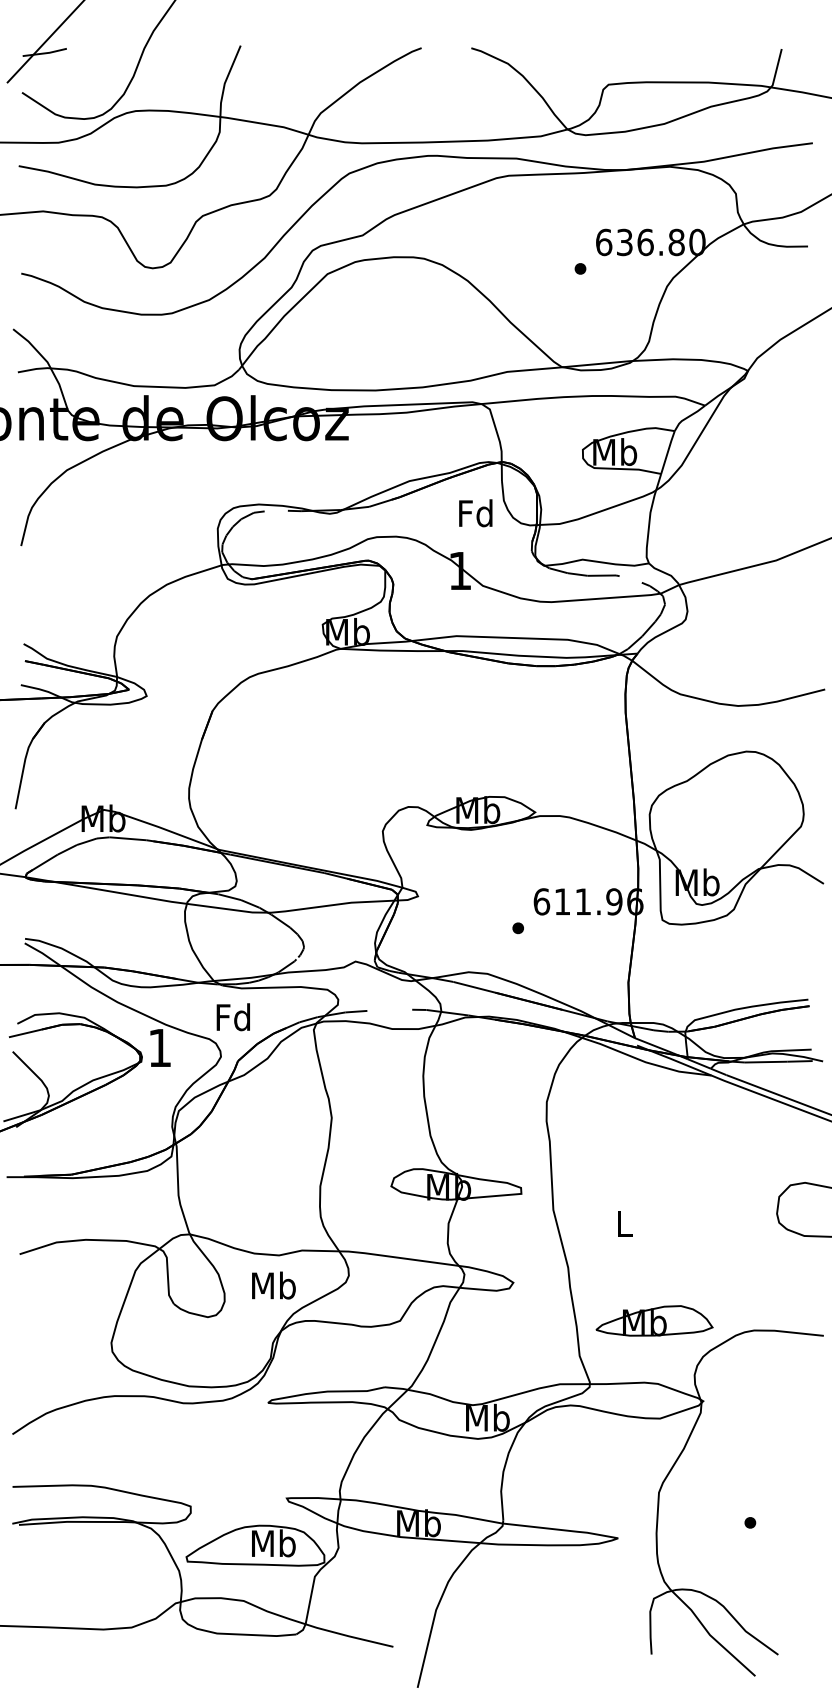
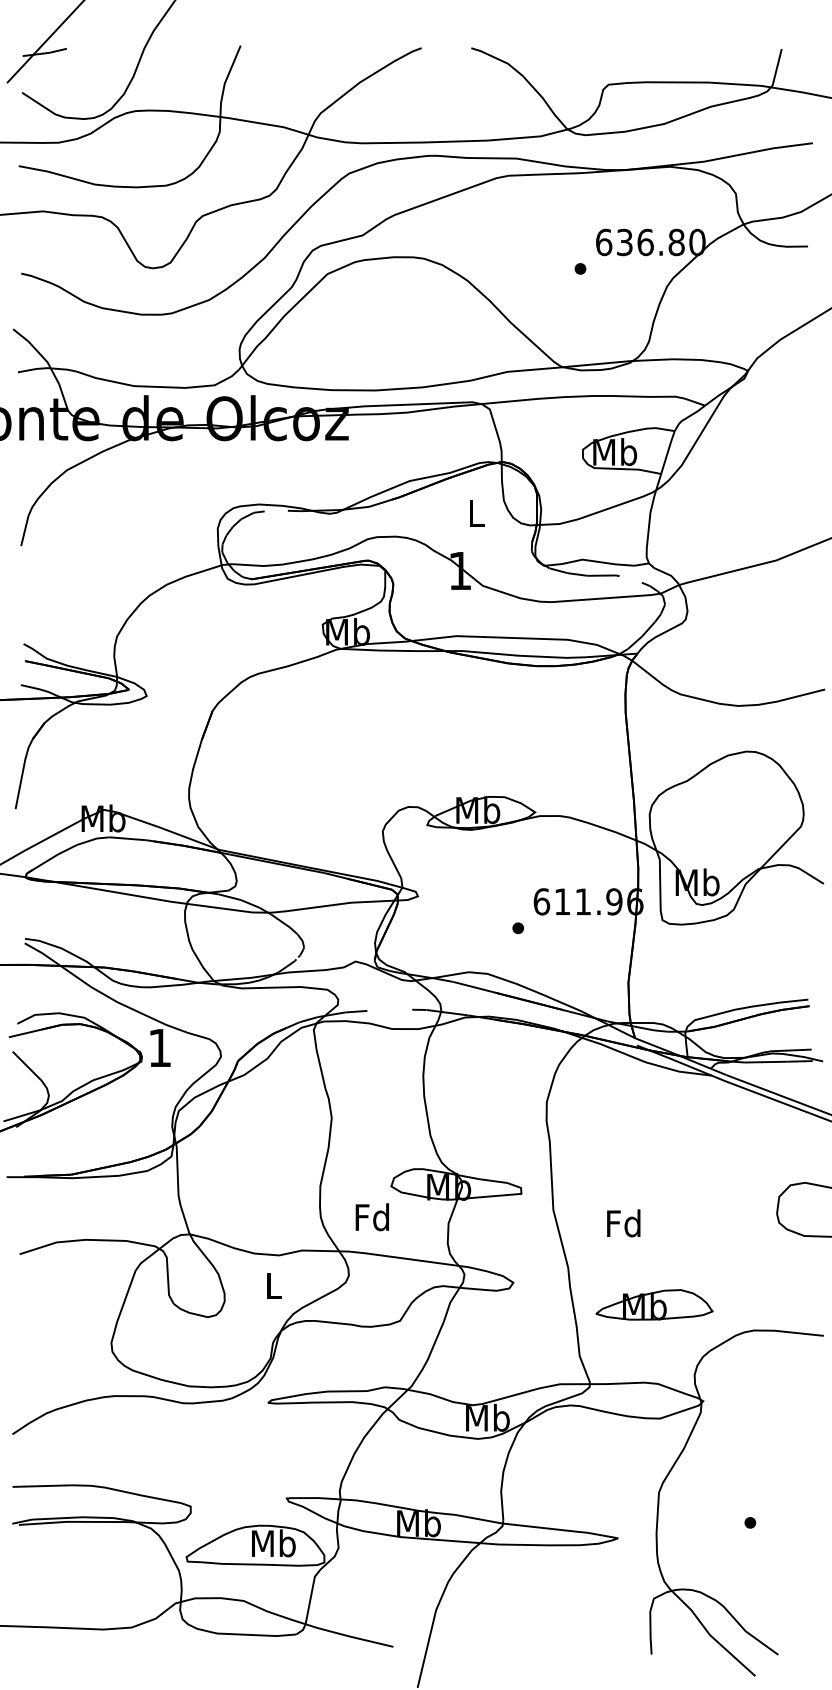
text at (475, 513): Fd -> L
text at (232, 1017) position: (232, 1017) -> (371, 1217)
text at (623, 1223): L -> Fd
text at (273, 1285): Mb -> L
part at (654, 1320) position: (654, 1320) -> (654, 1304)
